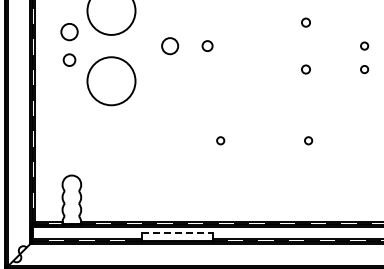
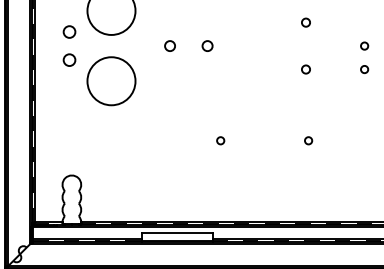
circle at (69, 32) size: 19x19 px -> 15x14 px
circle at (170, 46) size: 19x19 px -> 12x12 px
line at (177, 232): dashed -> solid
